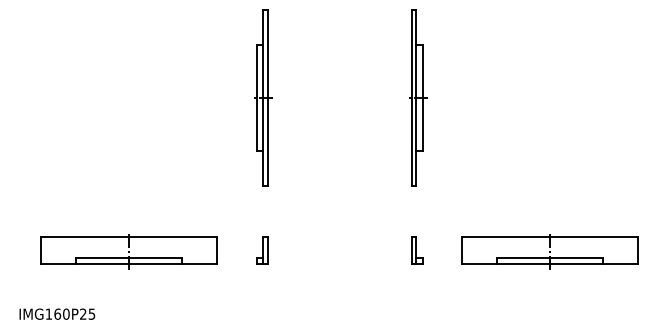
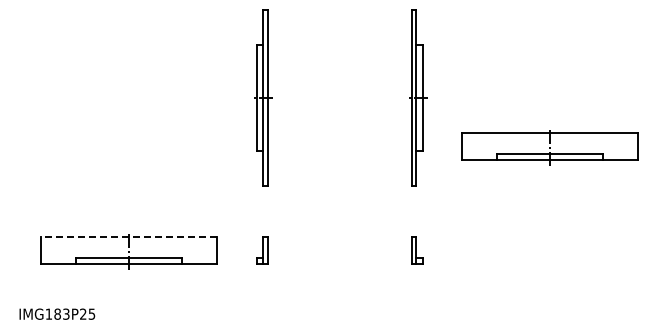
line at (128, 236): solid -> dashed
part at (549, 251) position: (549, 251) -> (549, 147)
text at (61, 313): IMG160P25 -> IMG183P25
